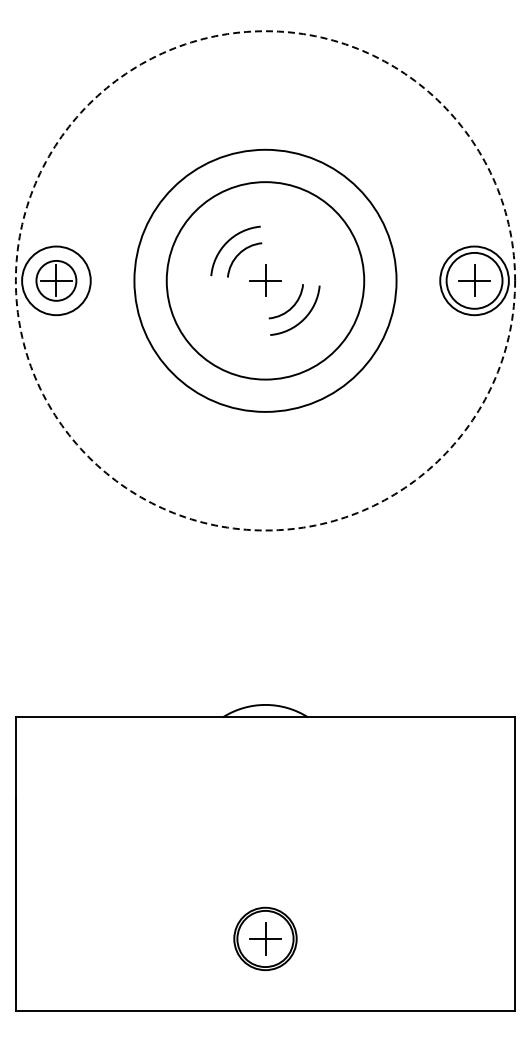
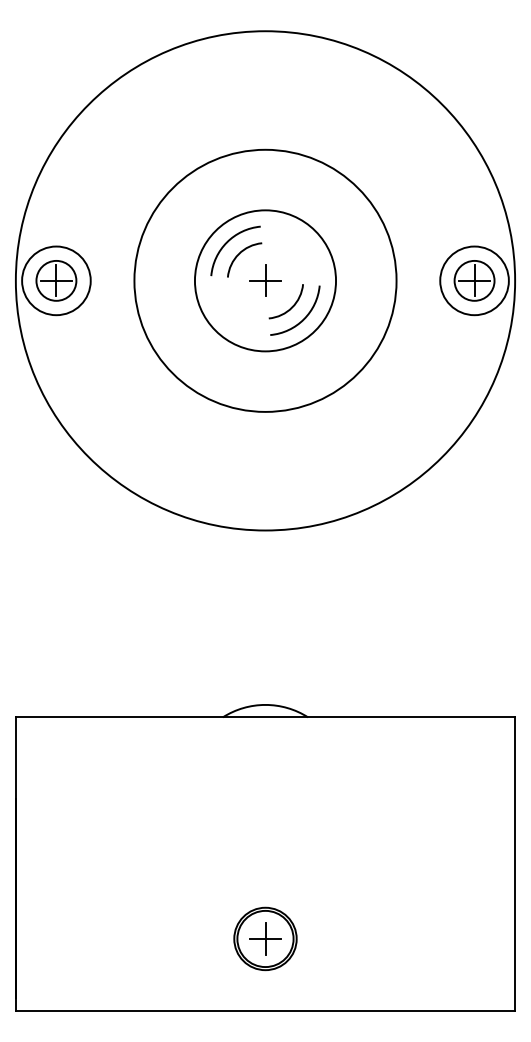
circle at (265, 280) diameter: 197 px -> 141 px
circle at (265, 280): dashed -> solid
circle at (474, 280) diameter: 56 px -> 40 px
